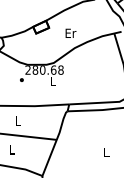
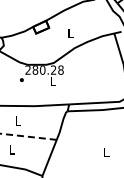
text at (70, 32): Er -> L
text at (53, 69): 280.68 -> 280.28
line at (27, 136): solid -> dashed
